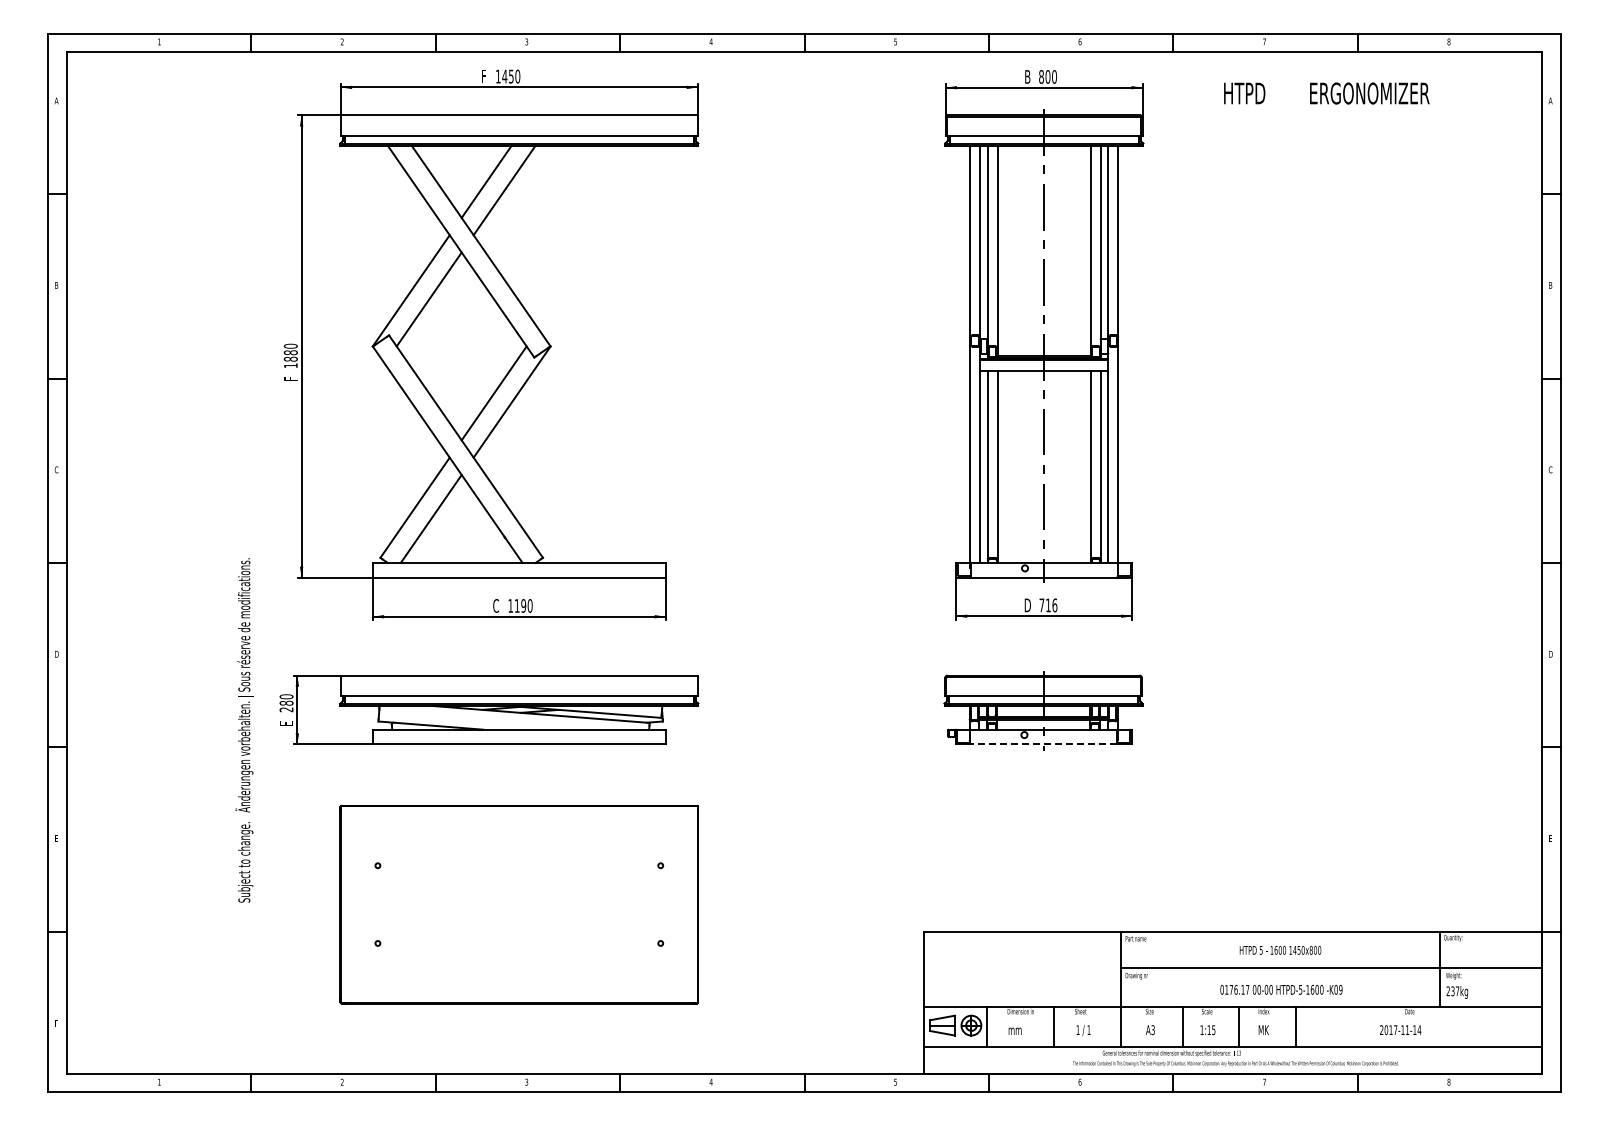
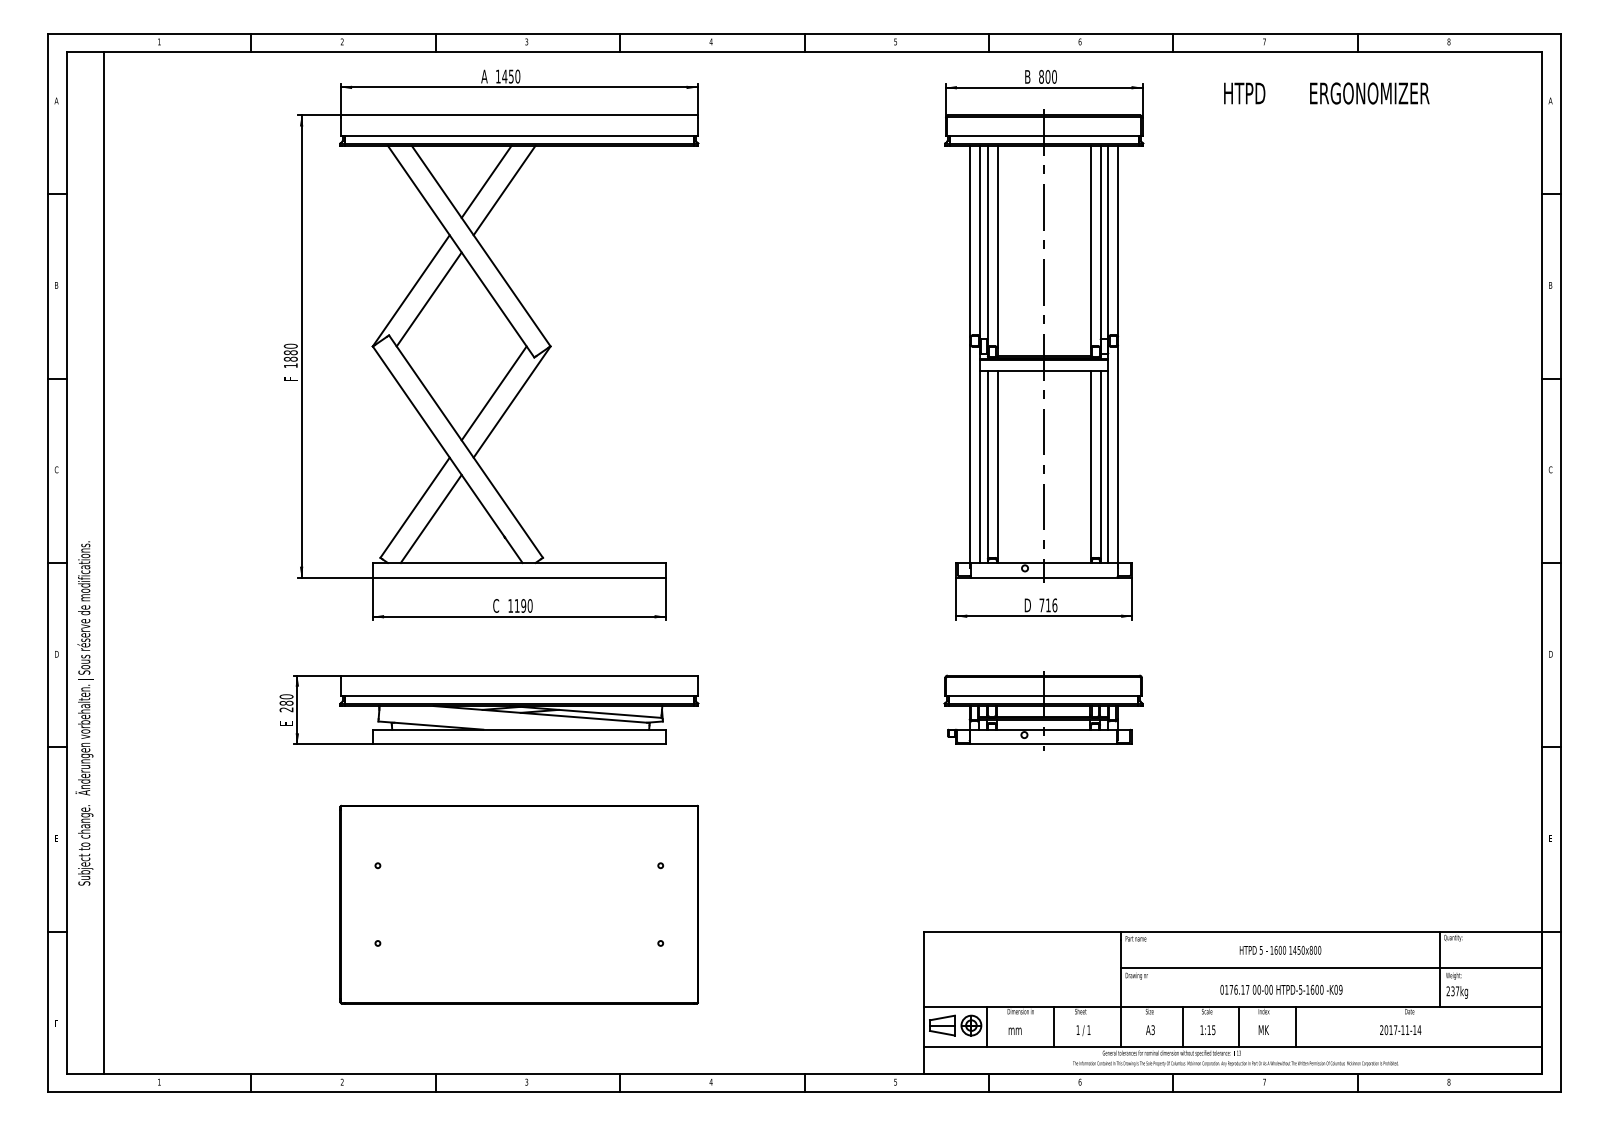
text at (484, 76): F -> A
line at (103, 562): none -> present
text at (244, 730) position: (244, 730) -> (84, 713)
line at (1043, 744): dashed -> solid
